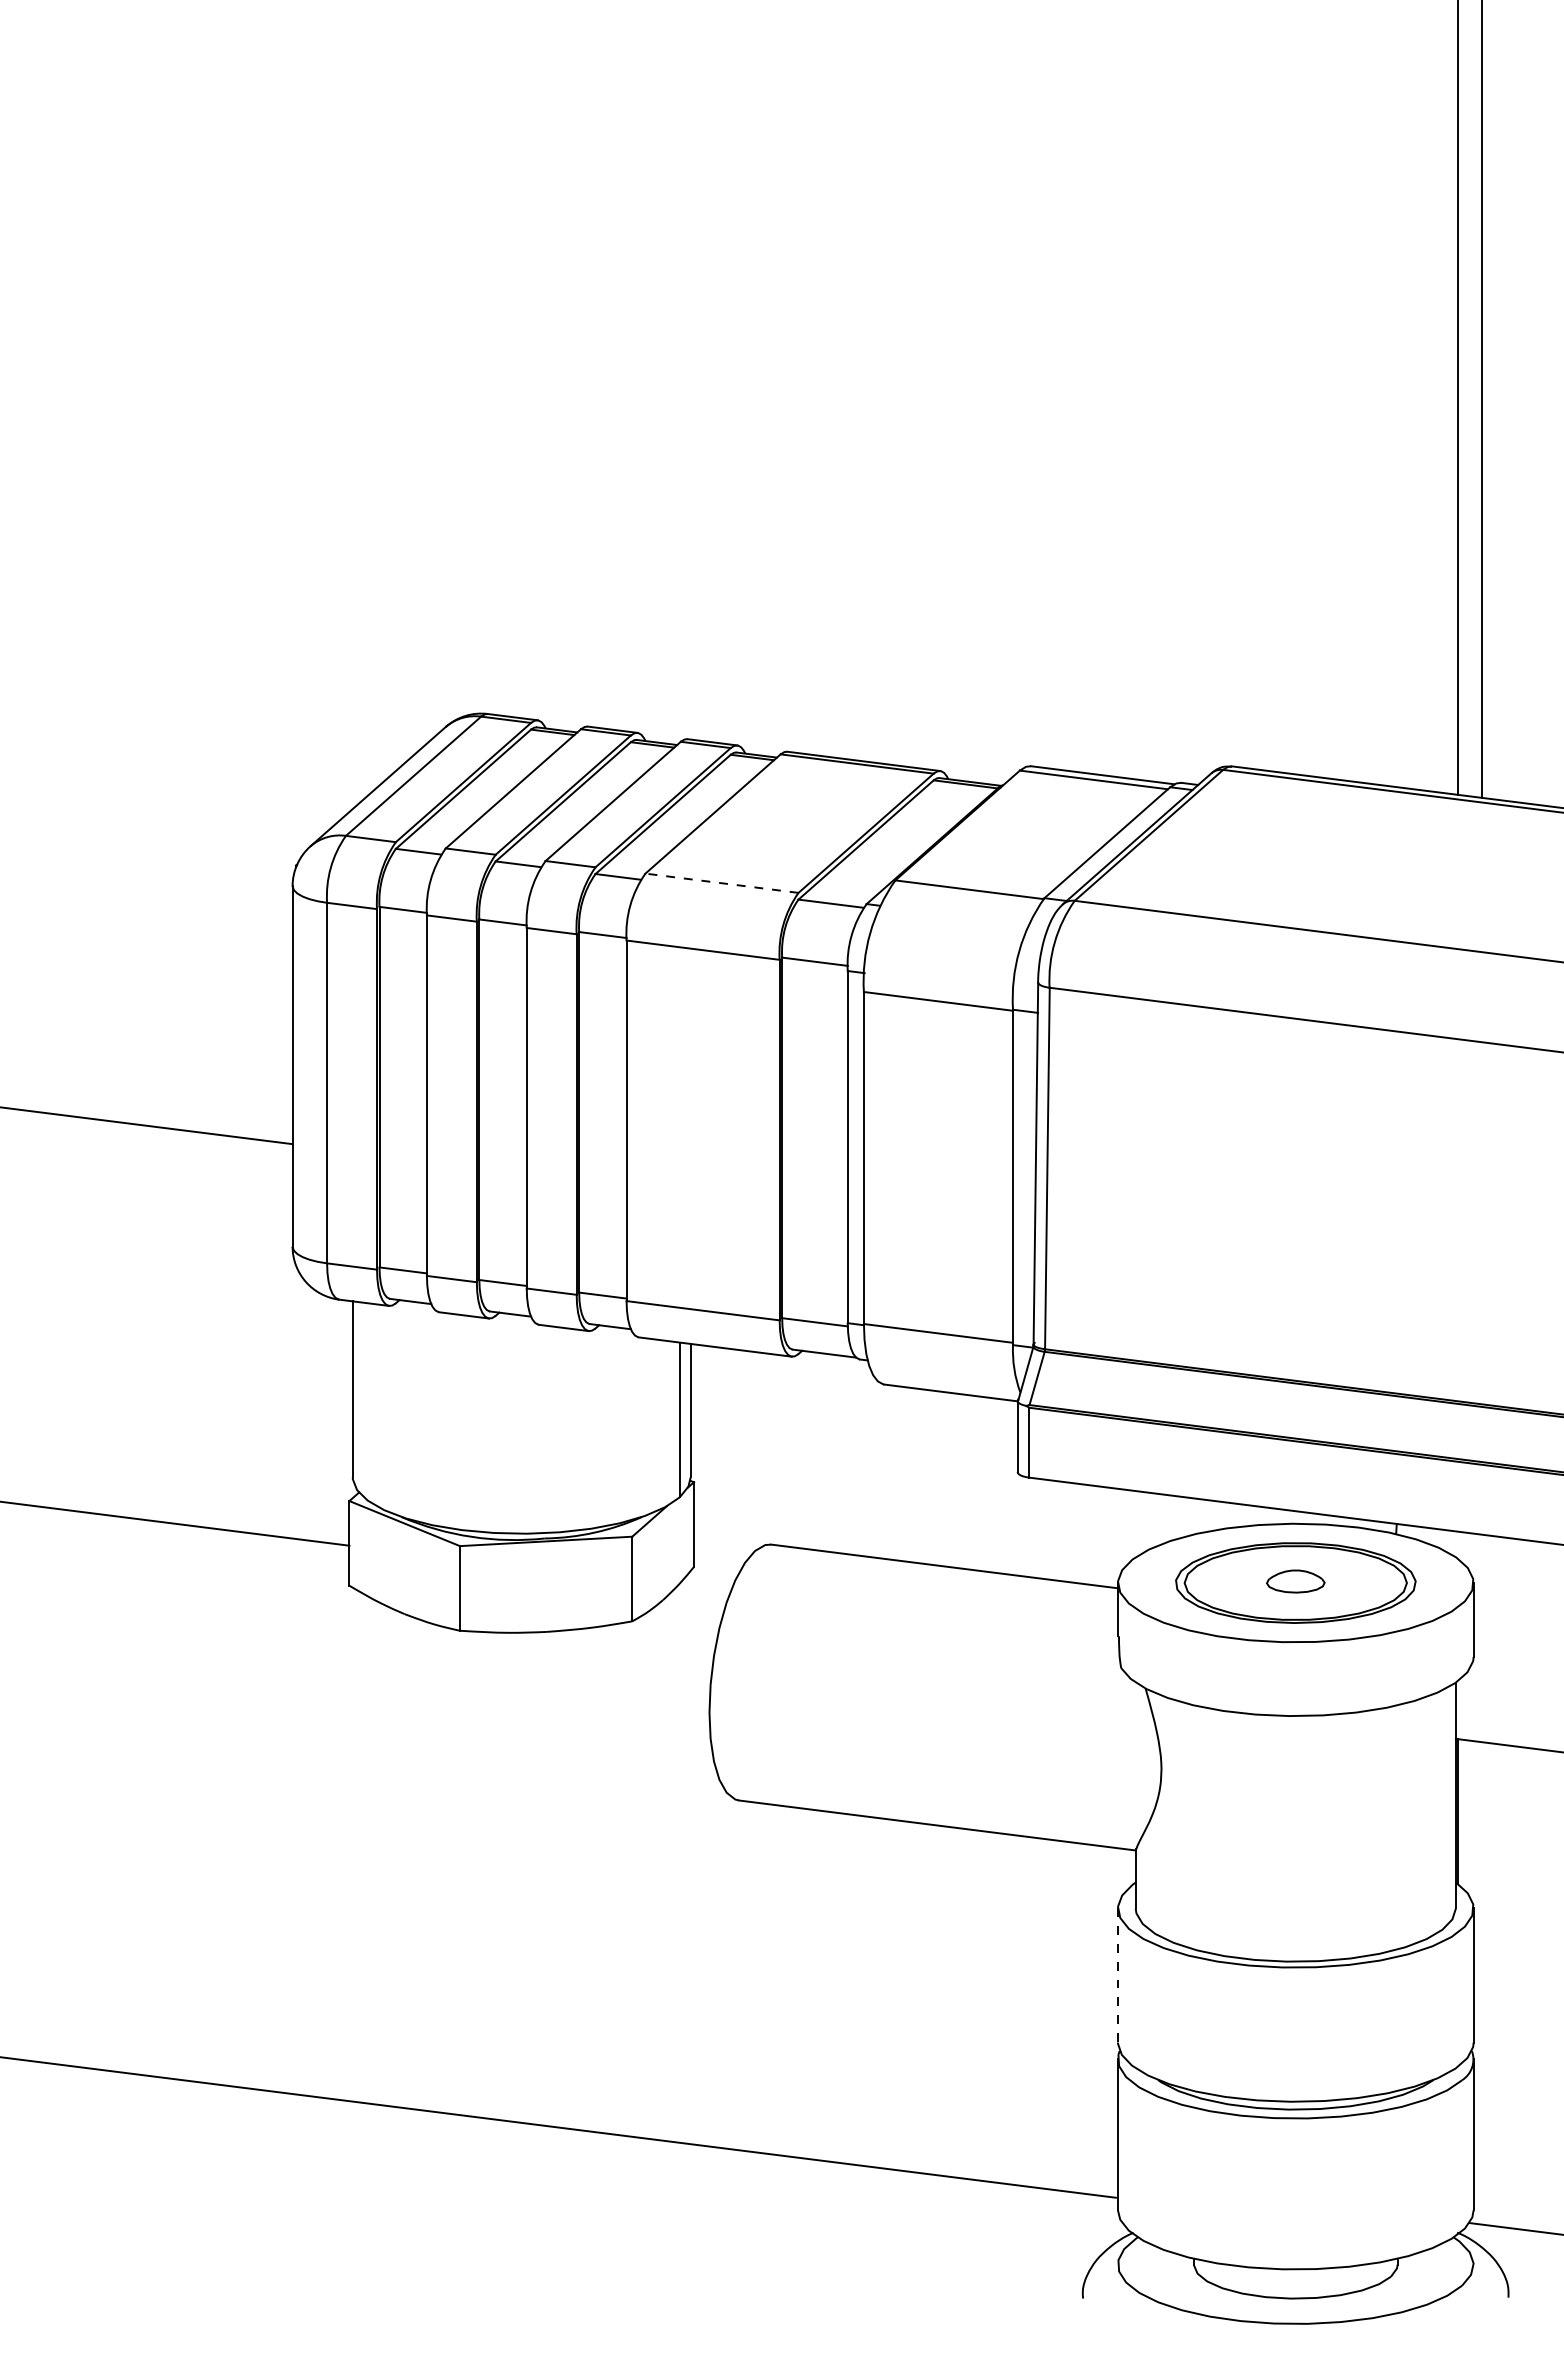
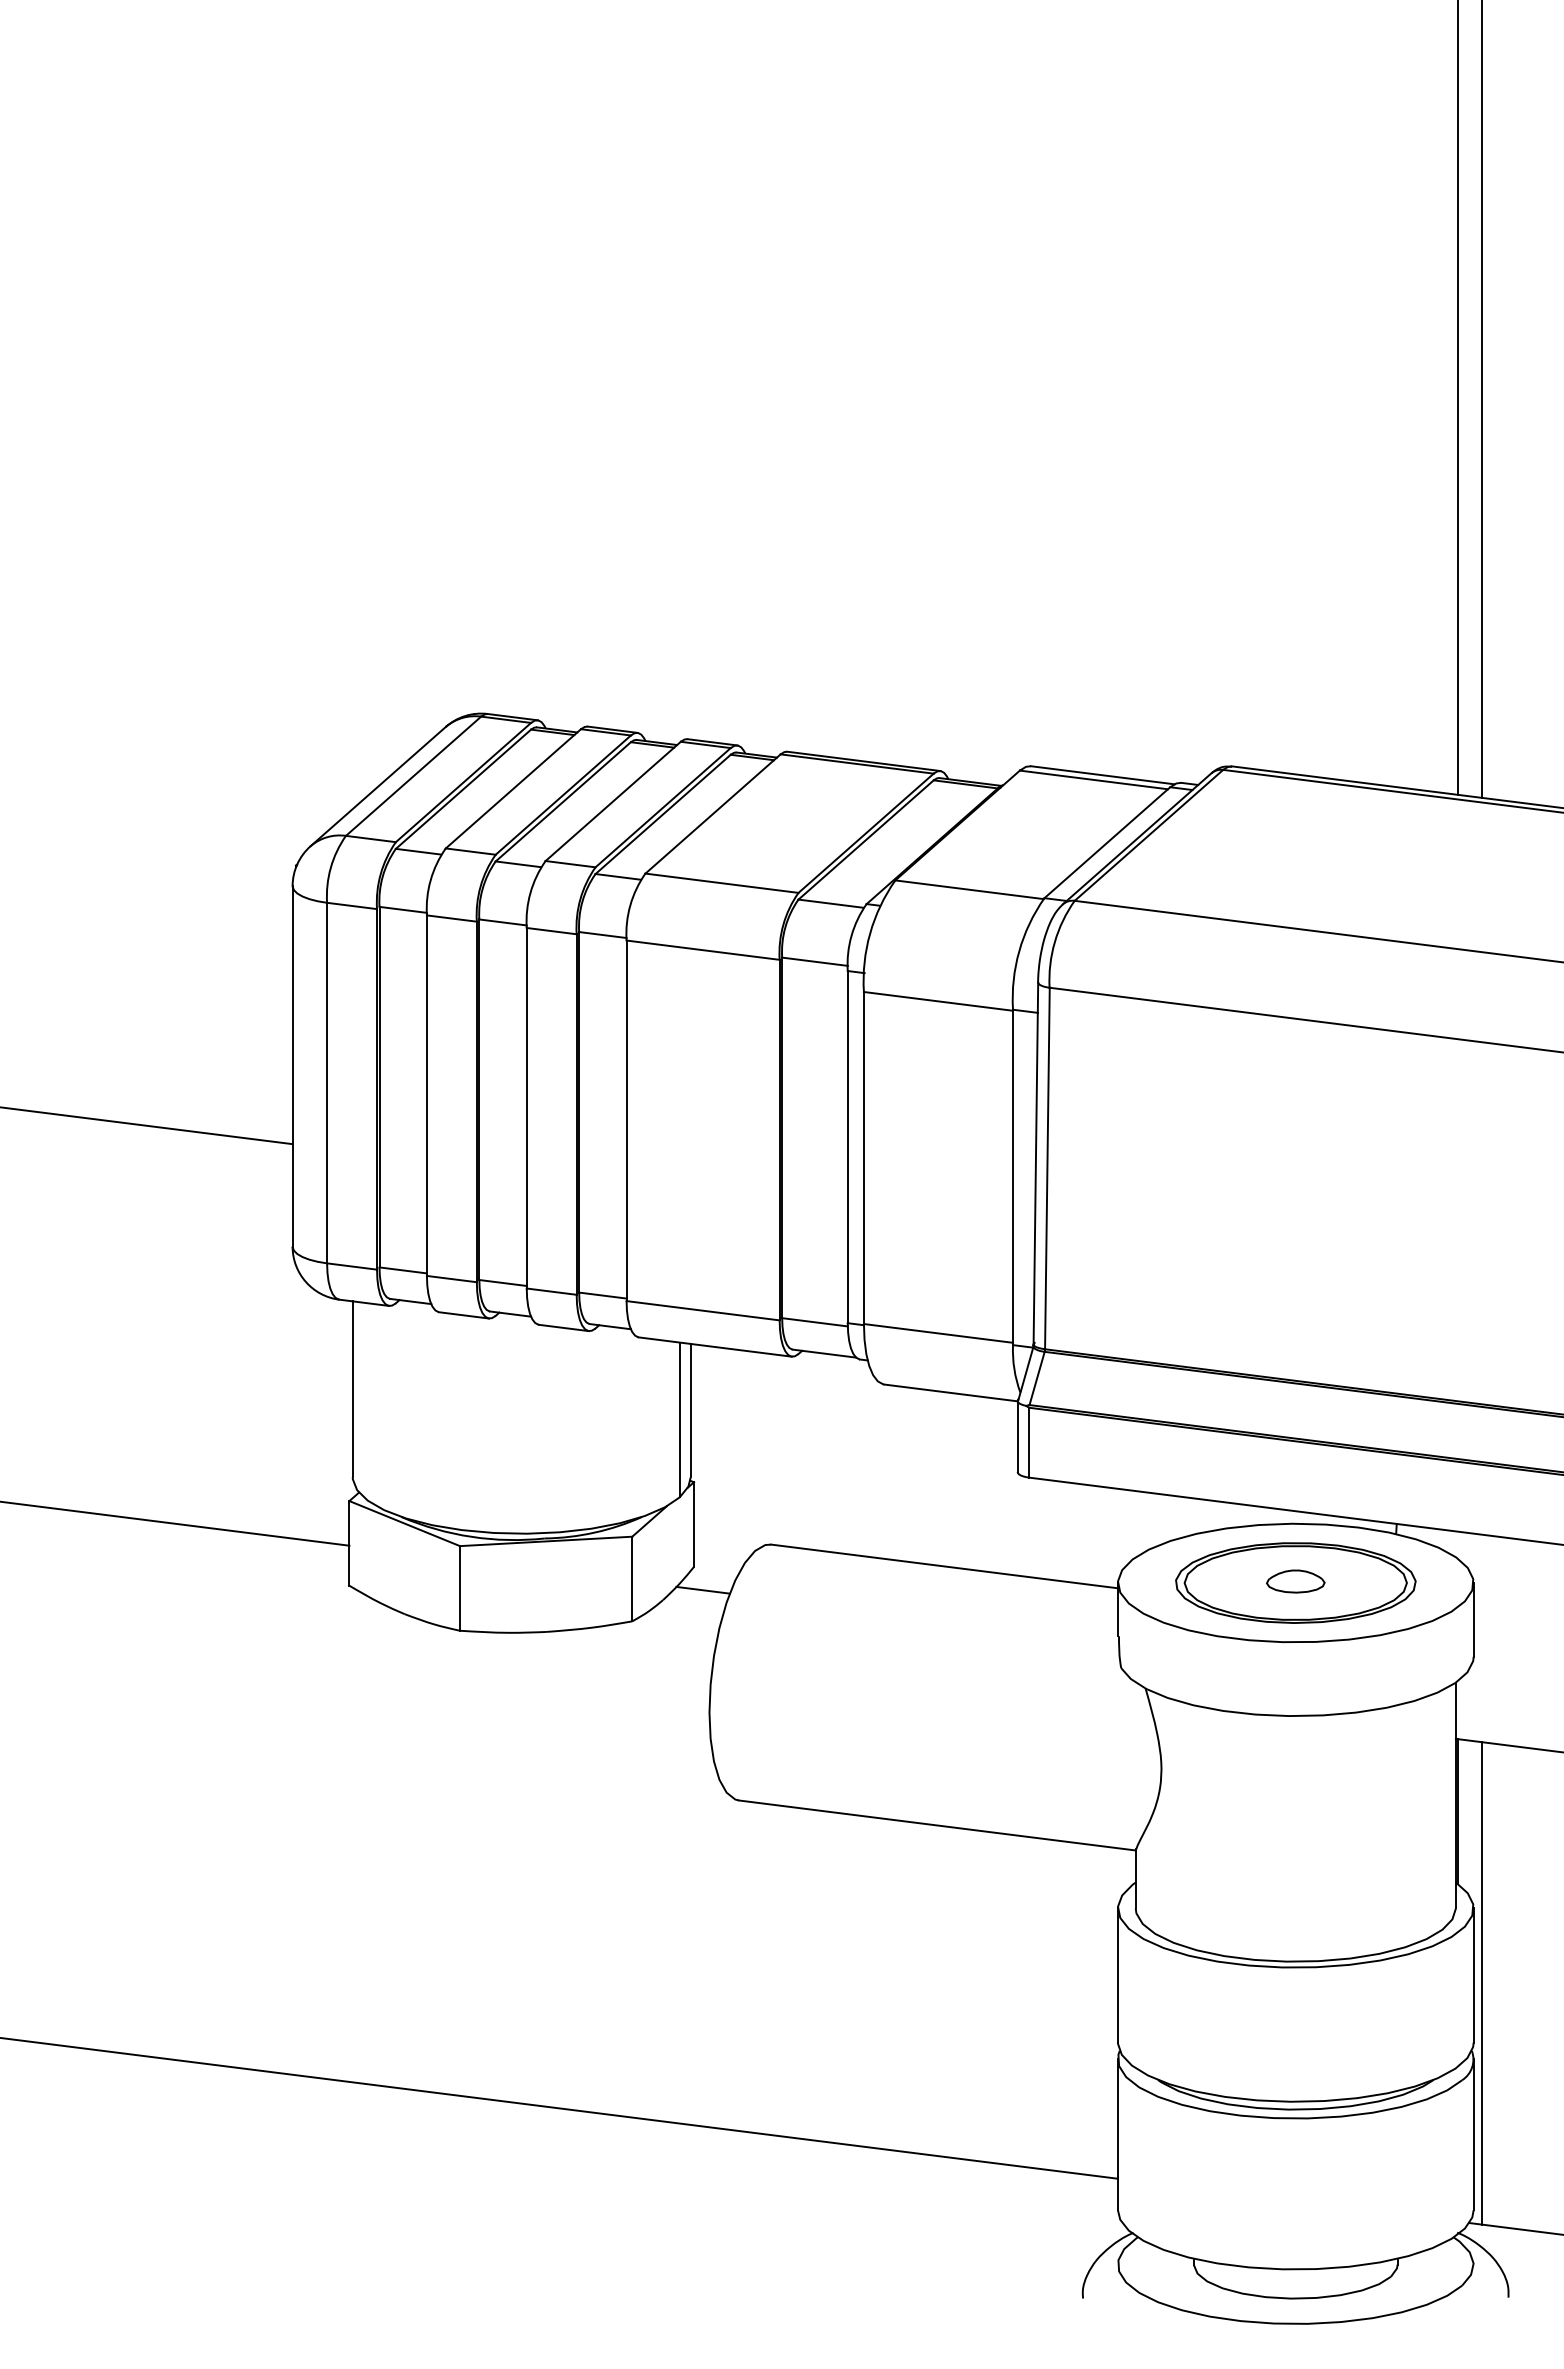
line at (721, 883): dashed -> solid
line at (702, 1589): none -> present
line at (1117, 1975): dashed -> solid
line at (1482, 1983): none -> present
line at (558, 2127) position: (558, 2127) -> (559, 2108)
